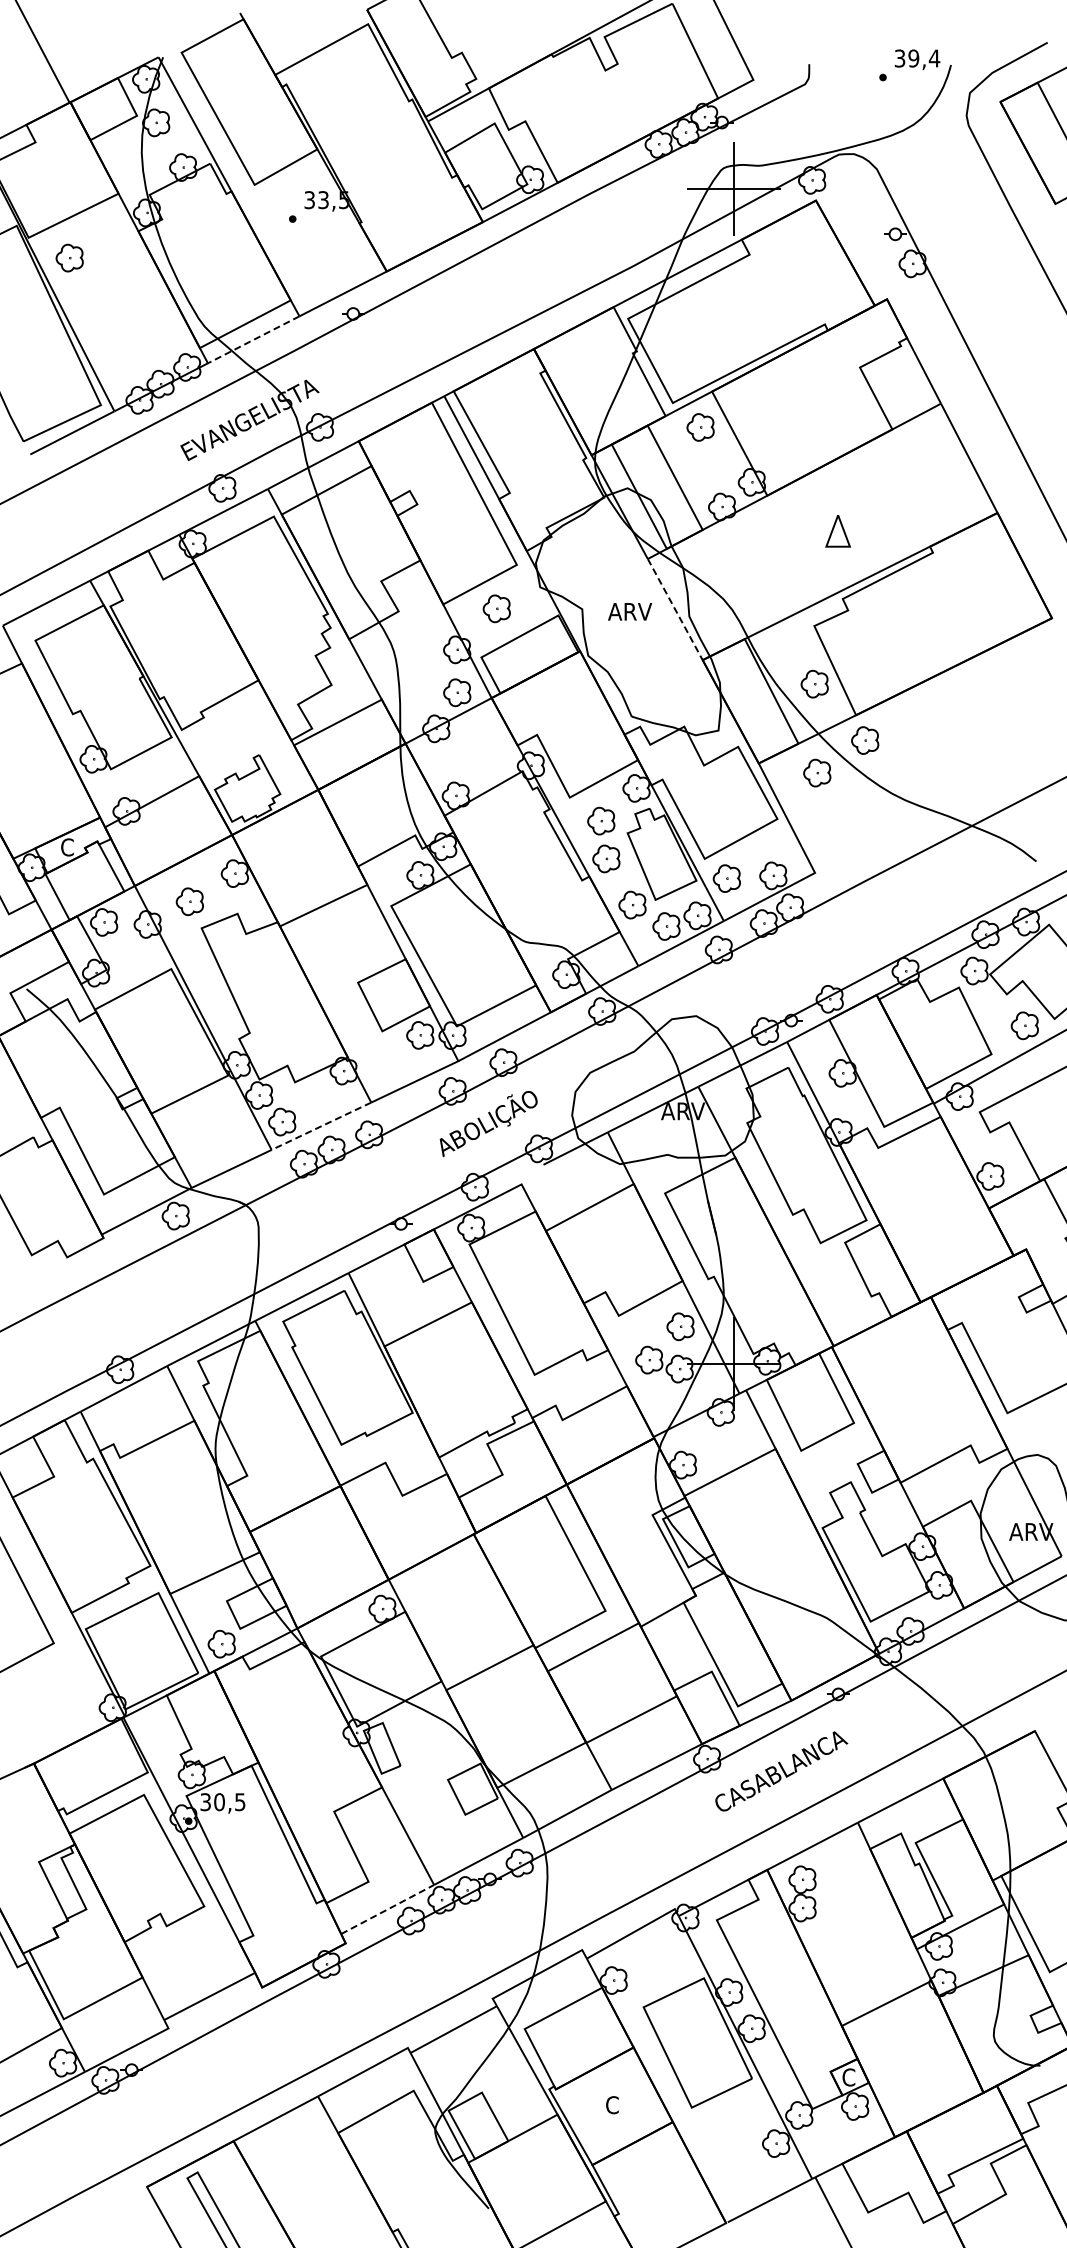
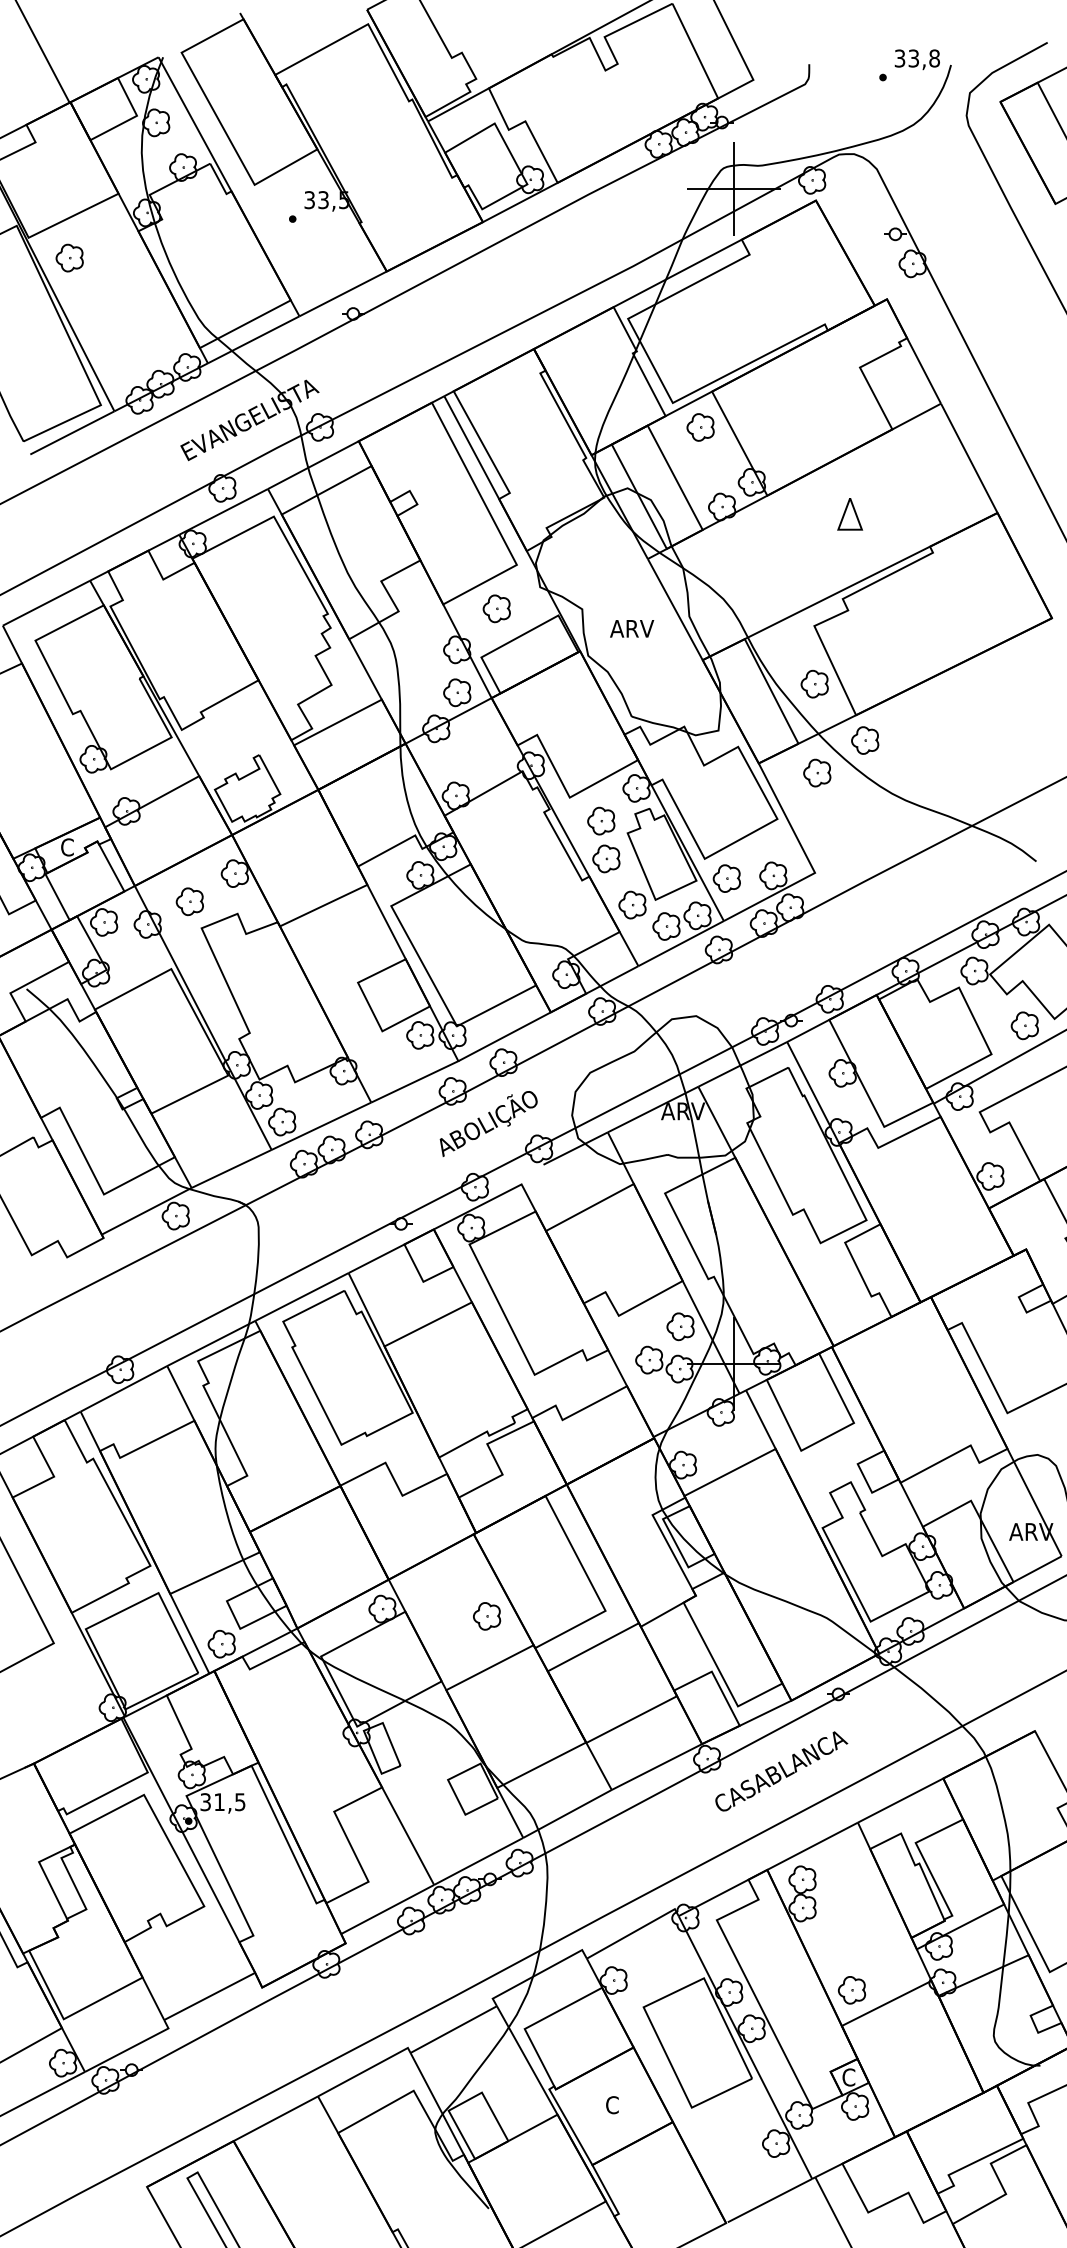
text at (924, 58): 39,4 -> 33,8
line at (253, 340): dashed -> solid
part at (838, 531) position: (838, 531) -> (850, 514)
line at (675, 609): dashed -> solid
text at (630, 611) position: (630, 611) -> (632, 628)
line at (321, 1126): dashed -> solid
part at (487, 1616): none -> present
text at (219, 1802): 30,5 -> 31,5
line at (387, 1909): dashed -> solid
part at (852, 1990): none -> present
